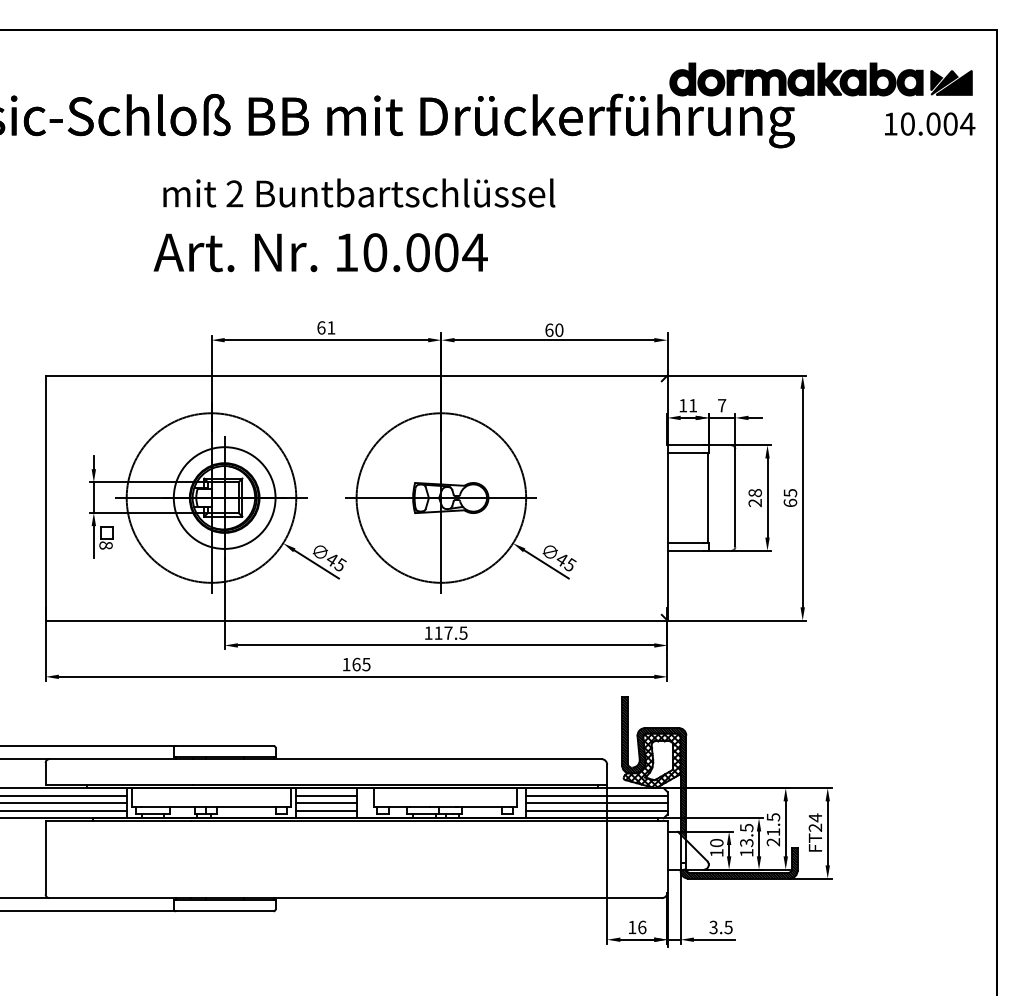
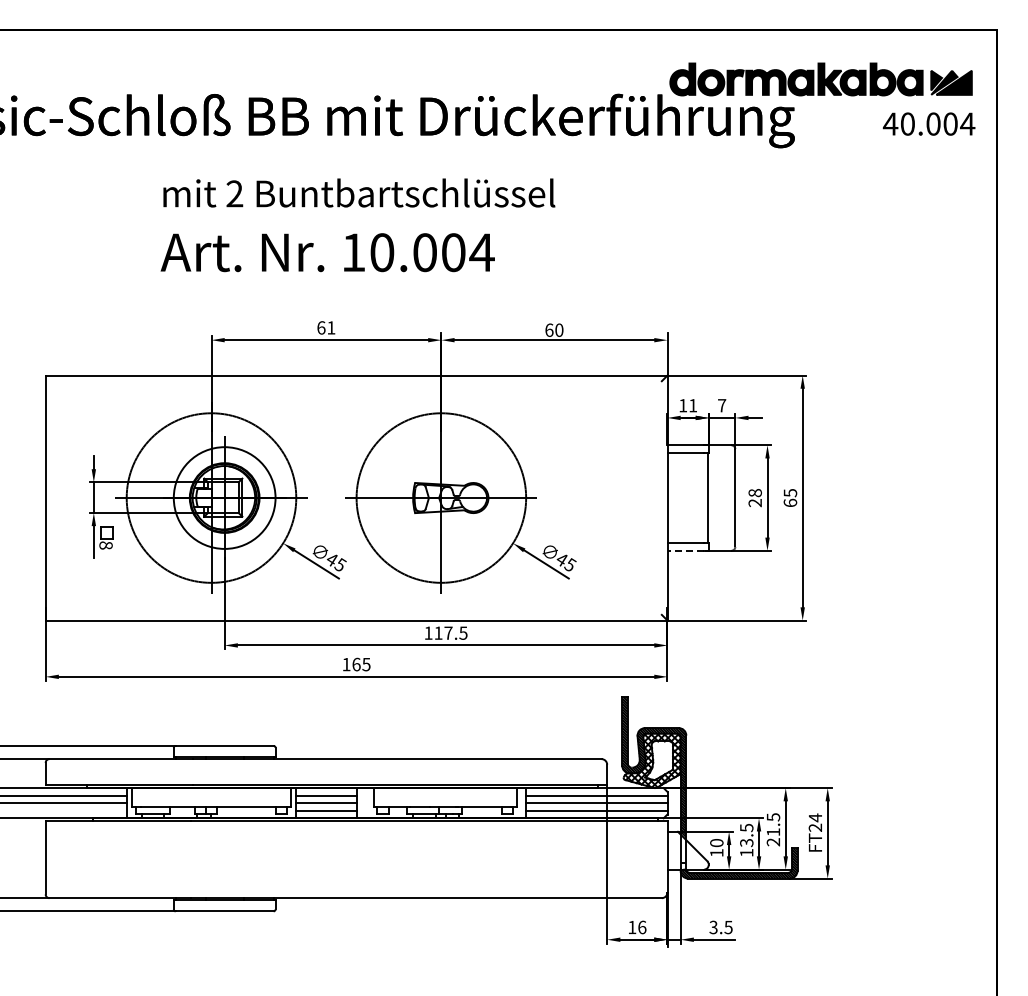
text at (890, 123): 10.004 -> 40.004
text at (320, 252) position: (320, 252) -> (327, 252)
line at (685, 550): solid -> dashed
line at (64, 810): present -> none
